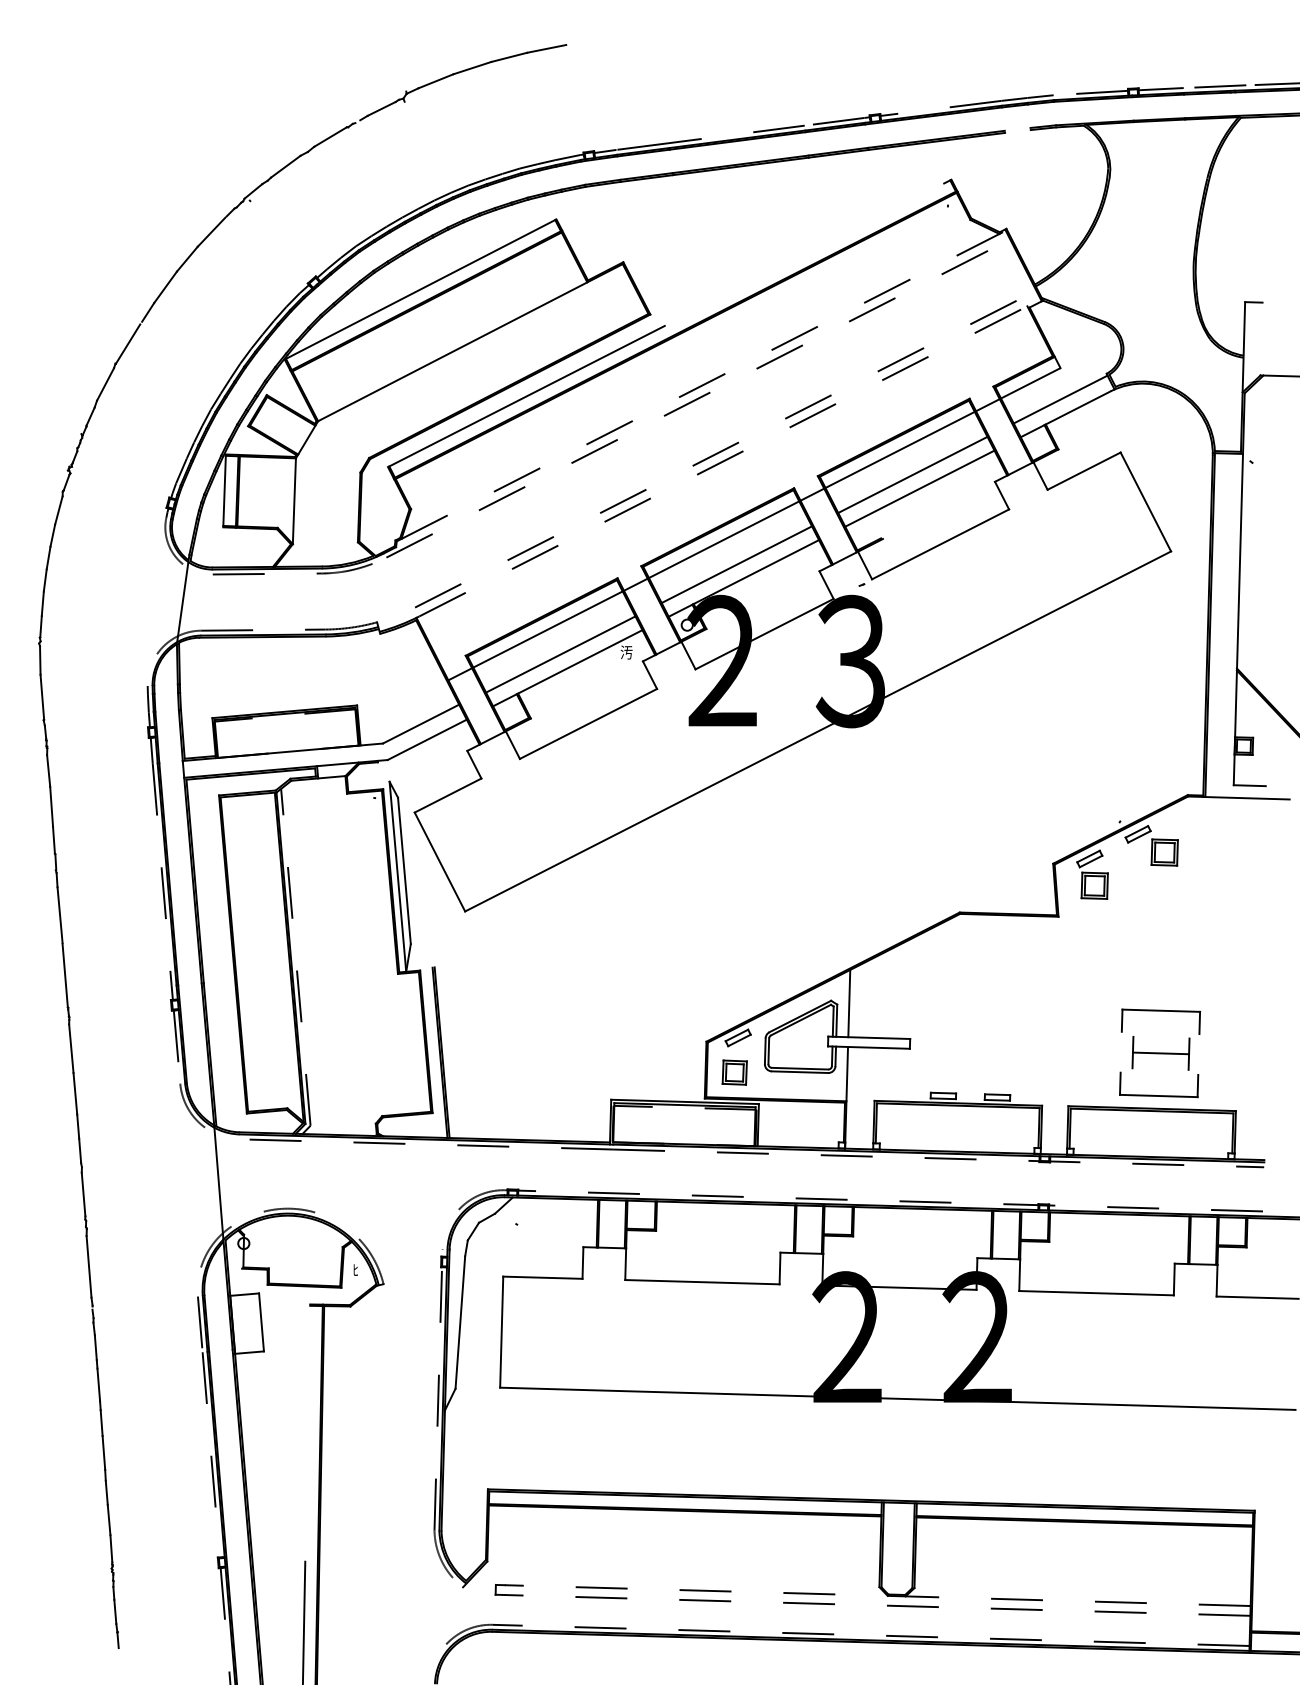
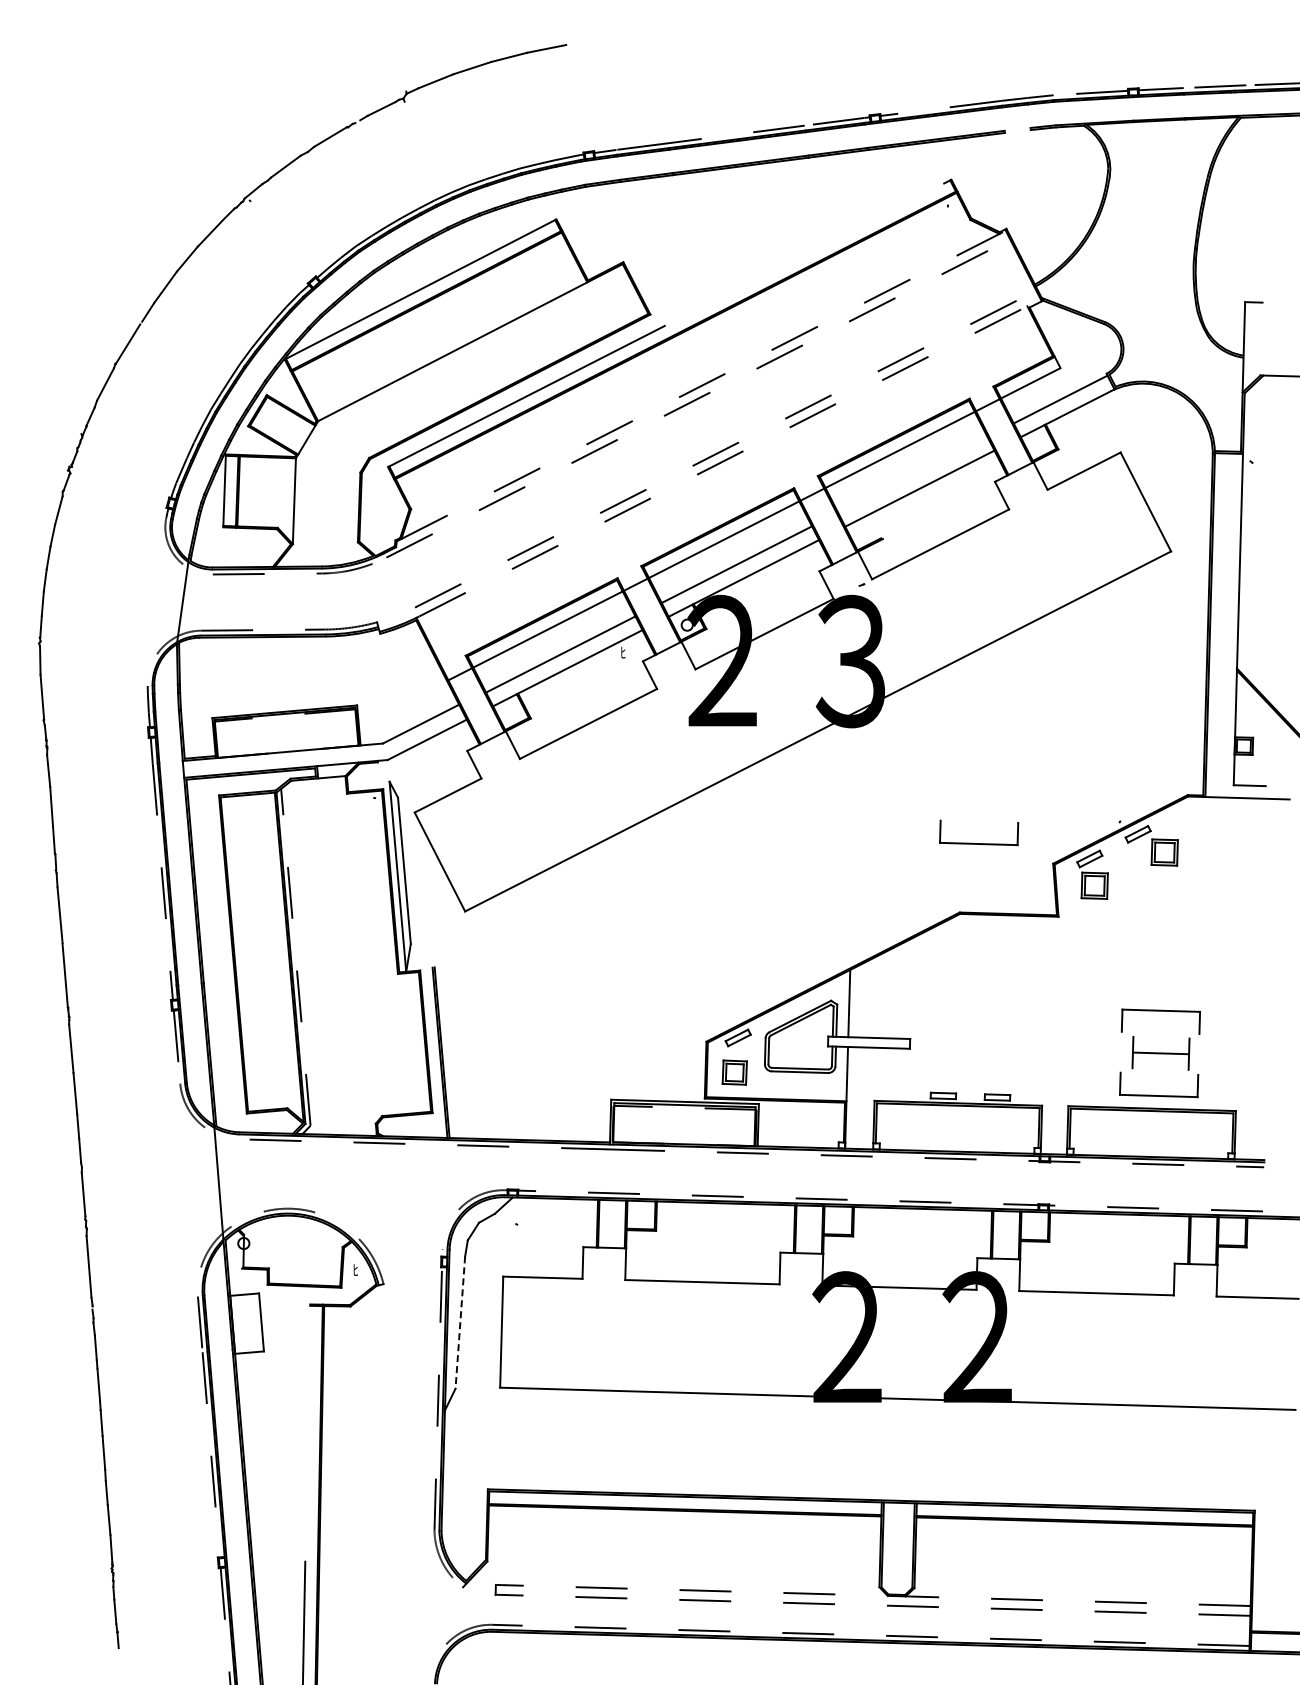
line at (912, 474): present -> none
text at (626, 652): 汚 -> ﾋ
part at (979, 843): none -> present
line at (460, 1323): solid -> dashed
